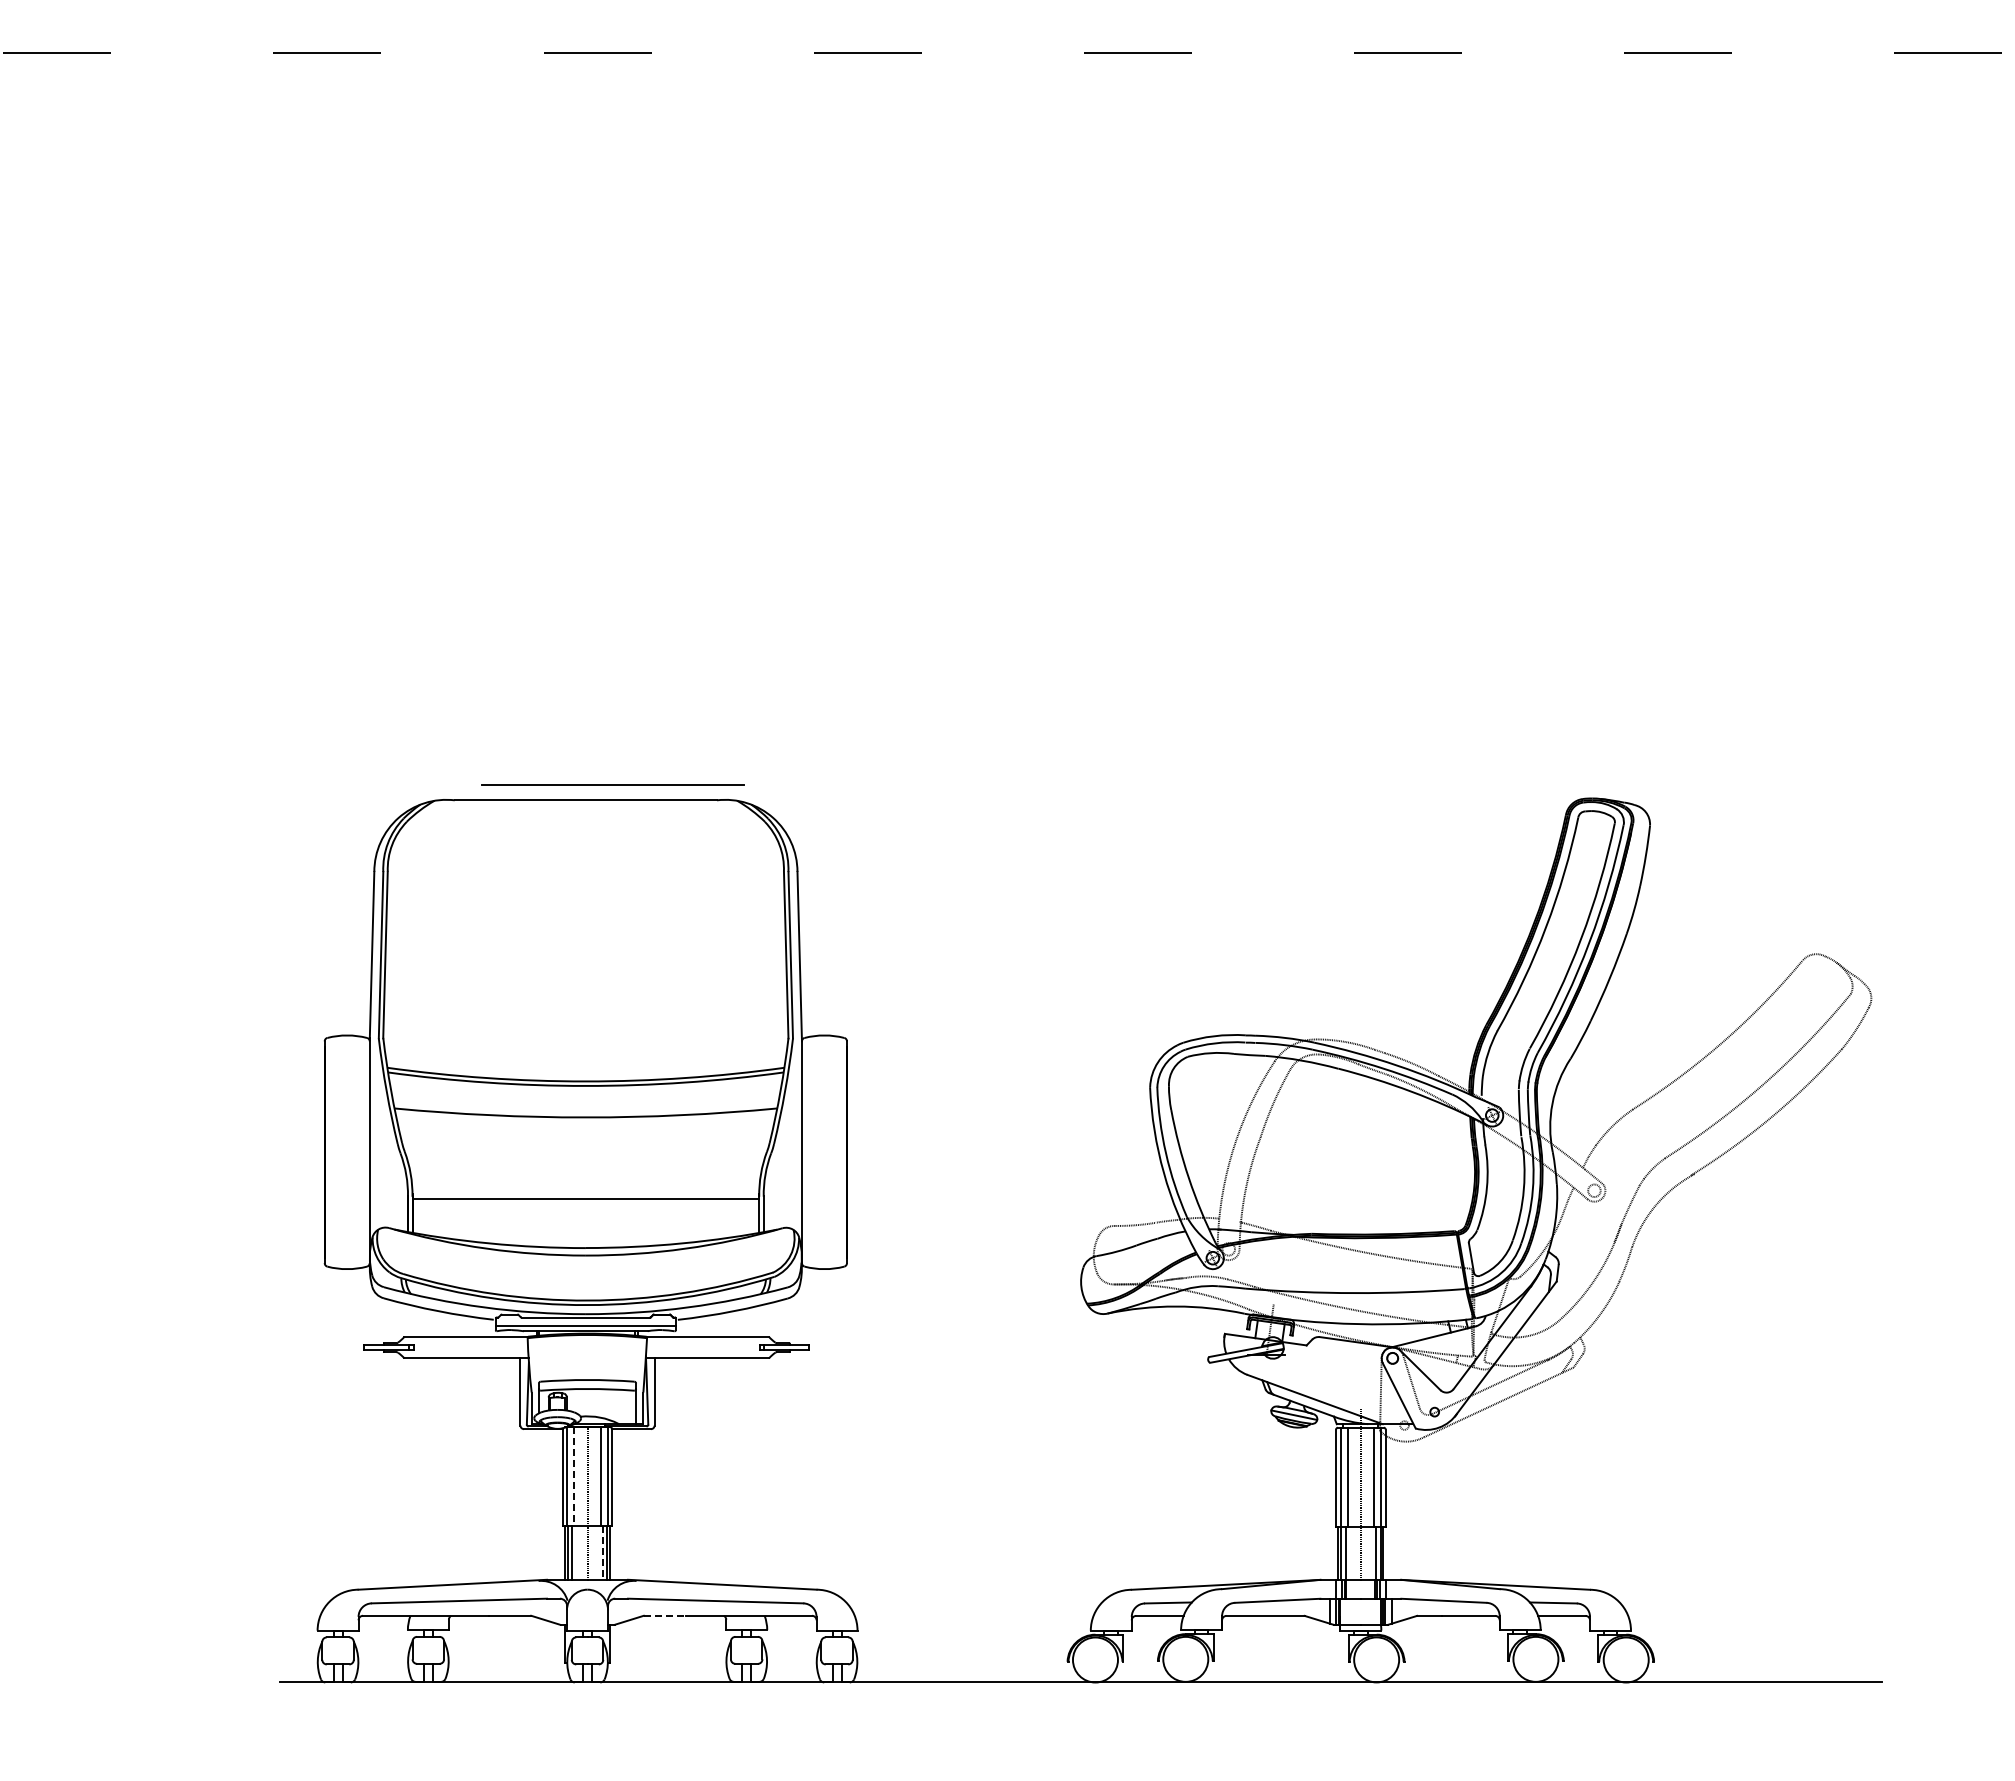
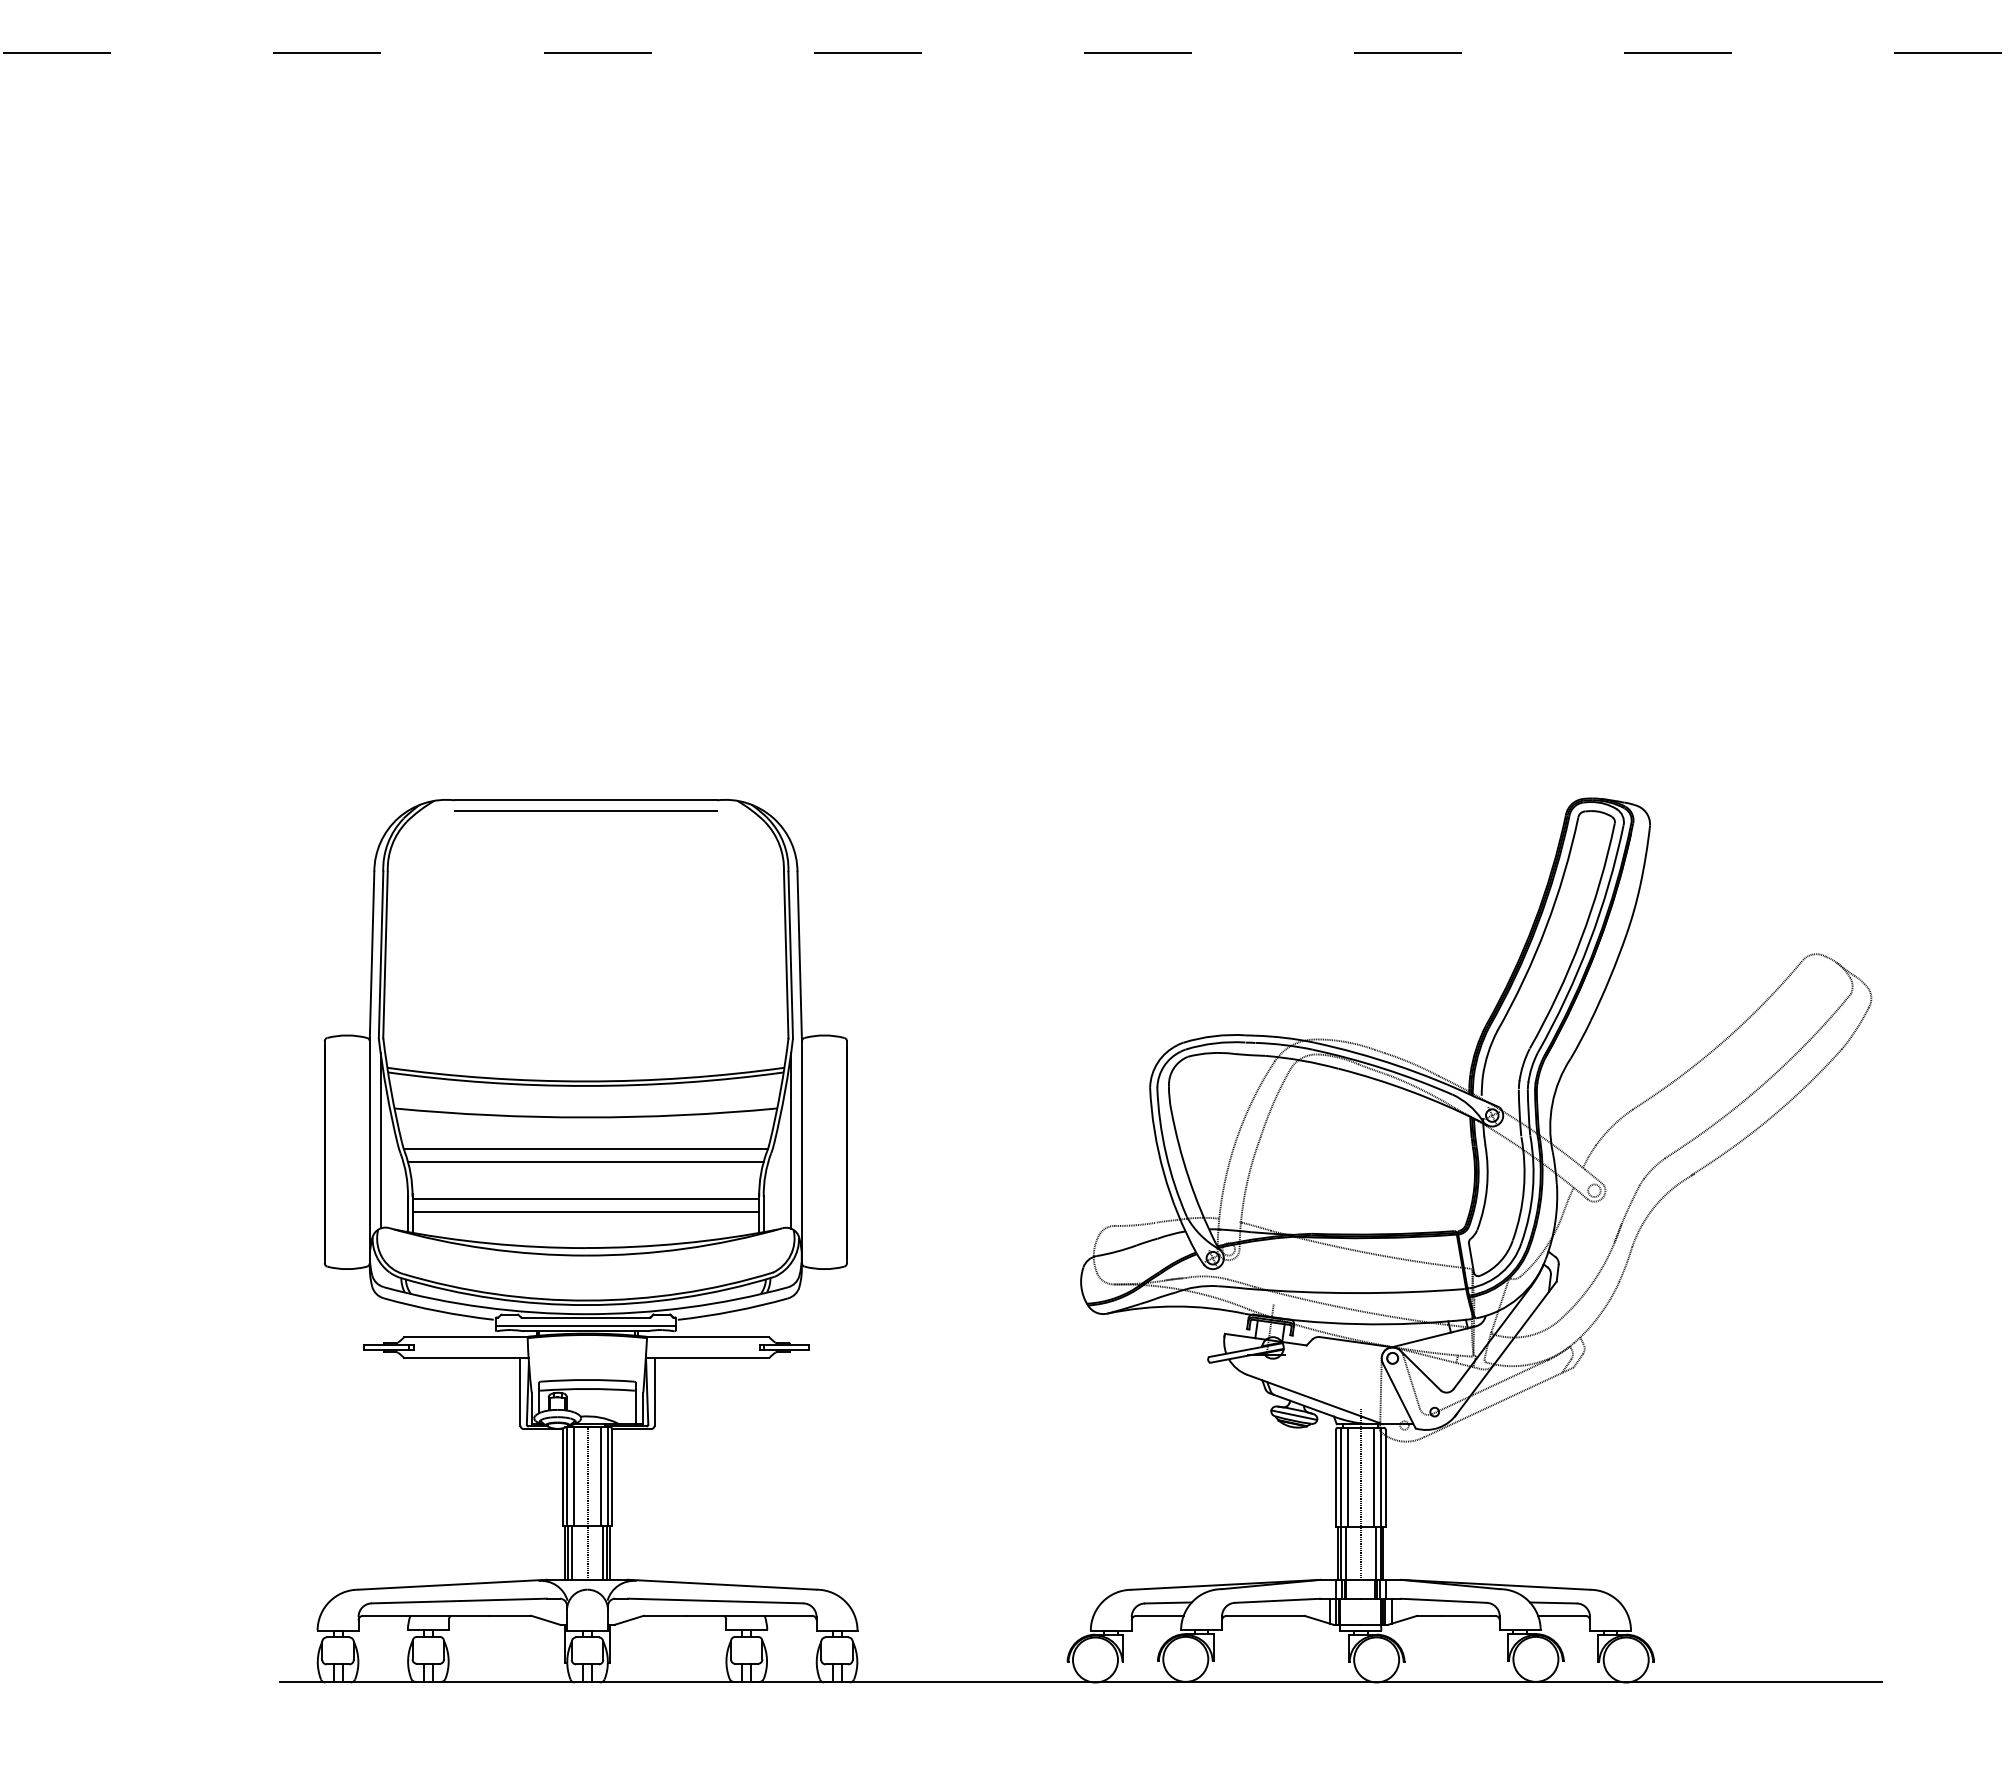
line at (612, 784) position: (612, 784) -> (585, 810)
line at (380, 1140): none -> present
line at (791, 1140): none -> present
line at (585, 1148): none -> present
line at (585, 1162): none -> present
line at (585, 1212): none -> present
line at (574, 1477): dashed -> solid
line at (602, 1553): dashed -> solid
line at (665, 1615): dashed -> solid
